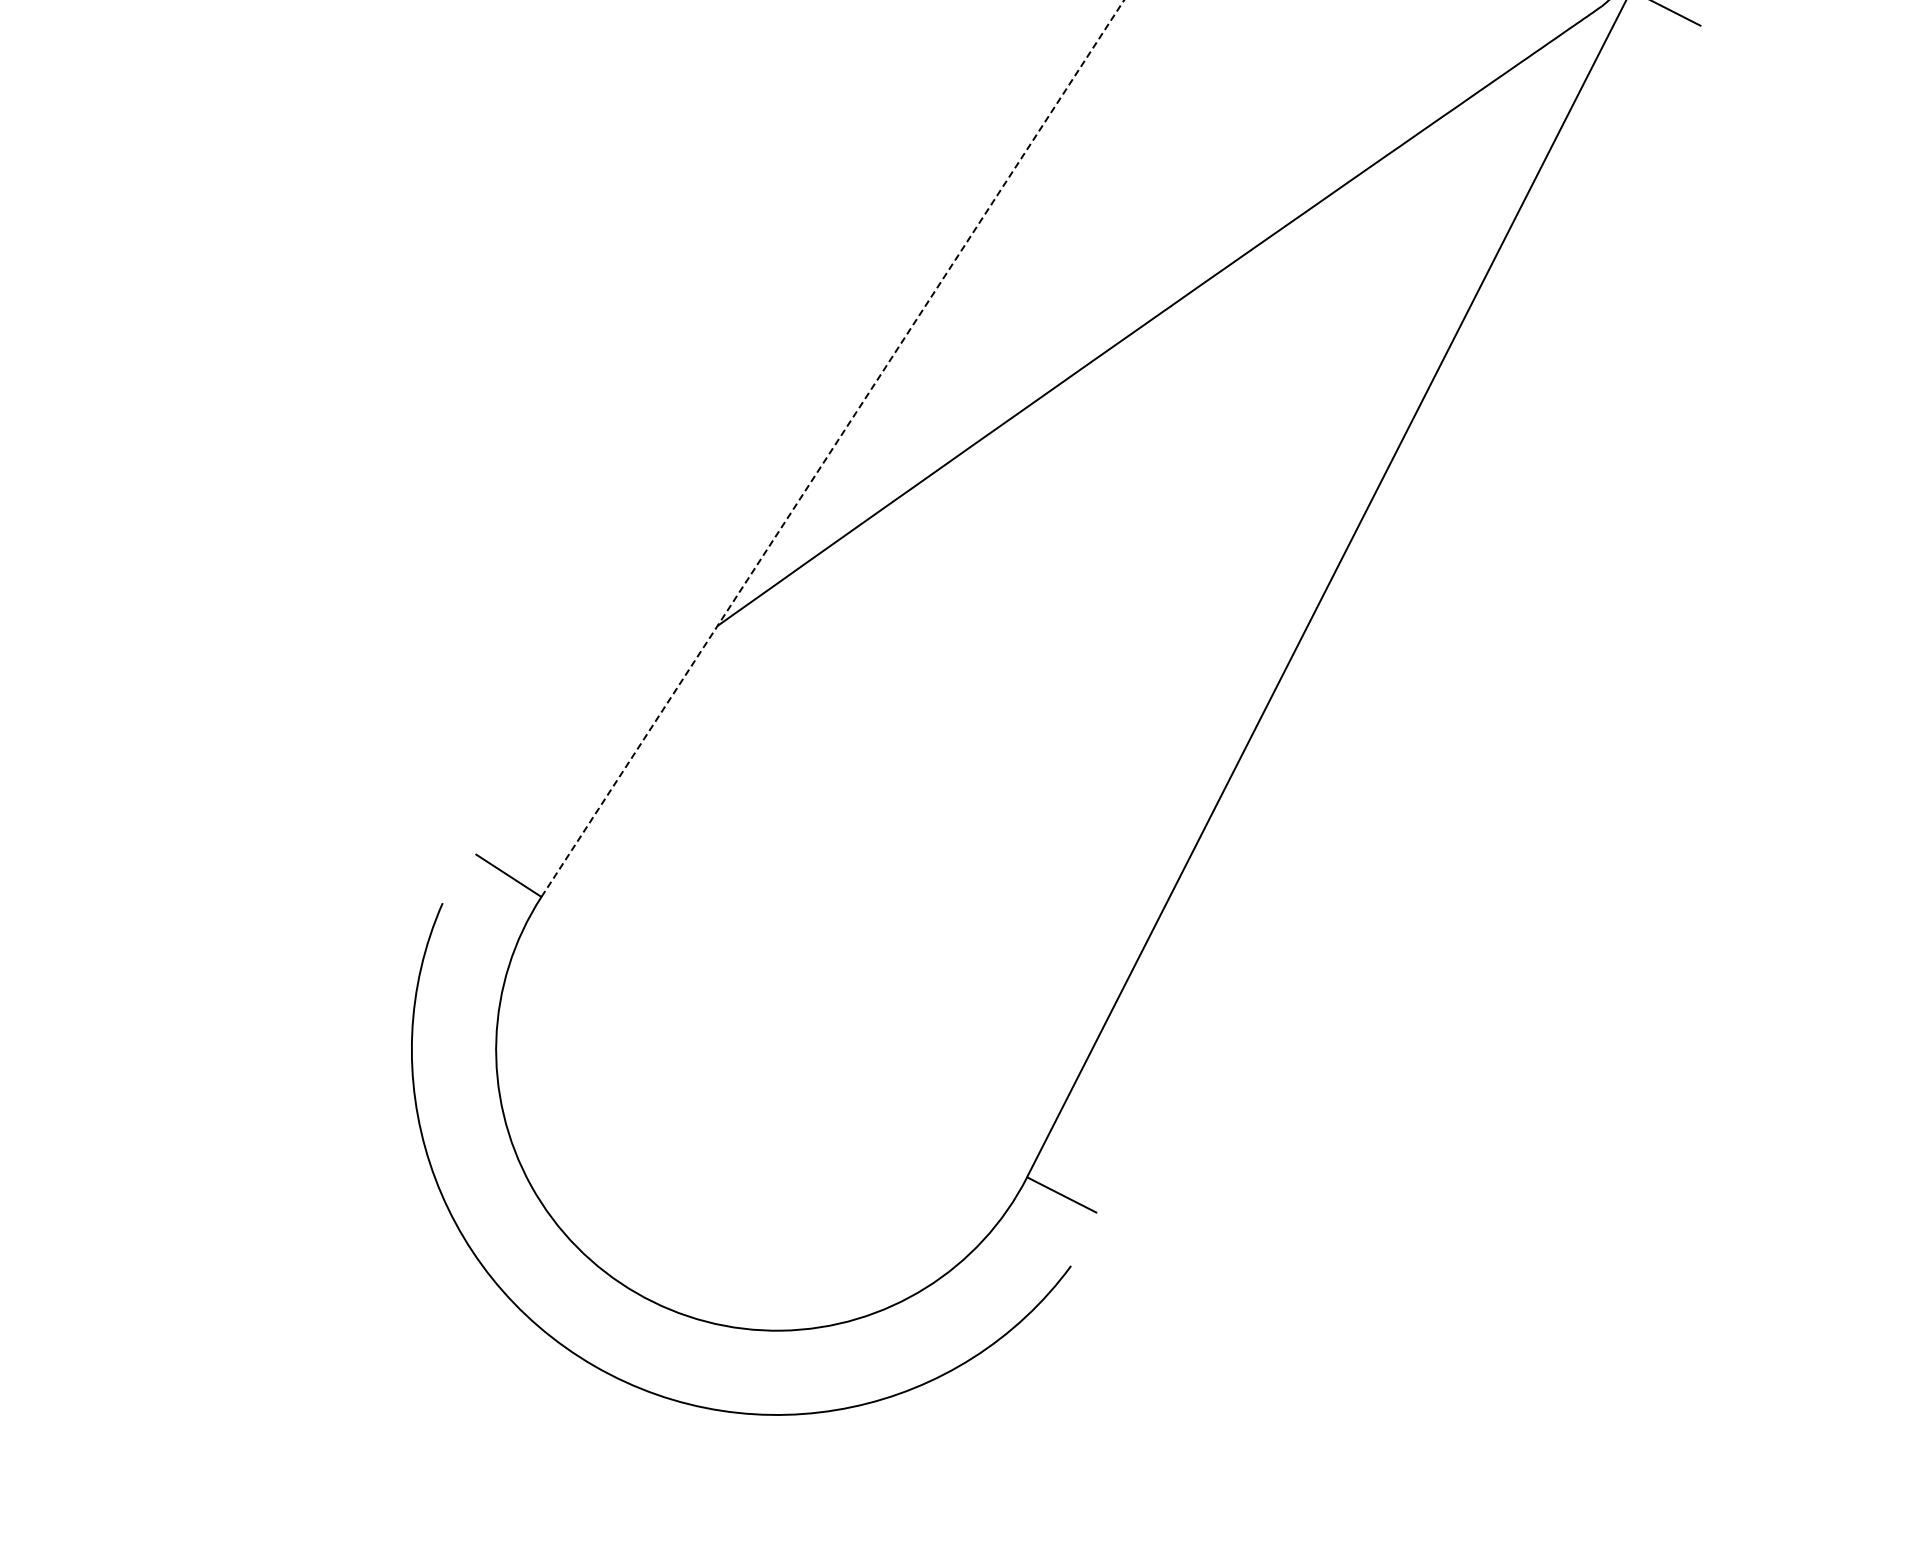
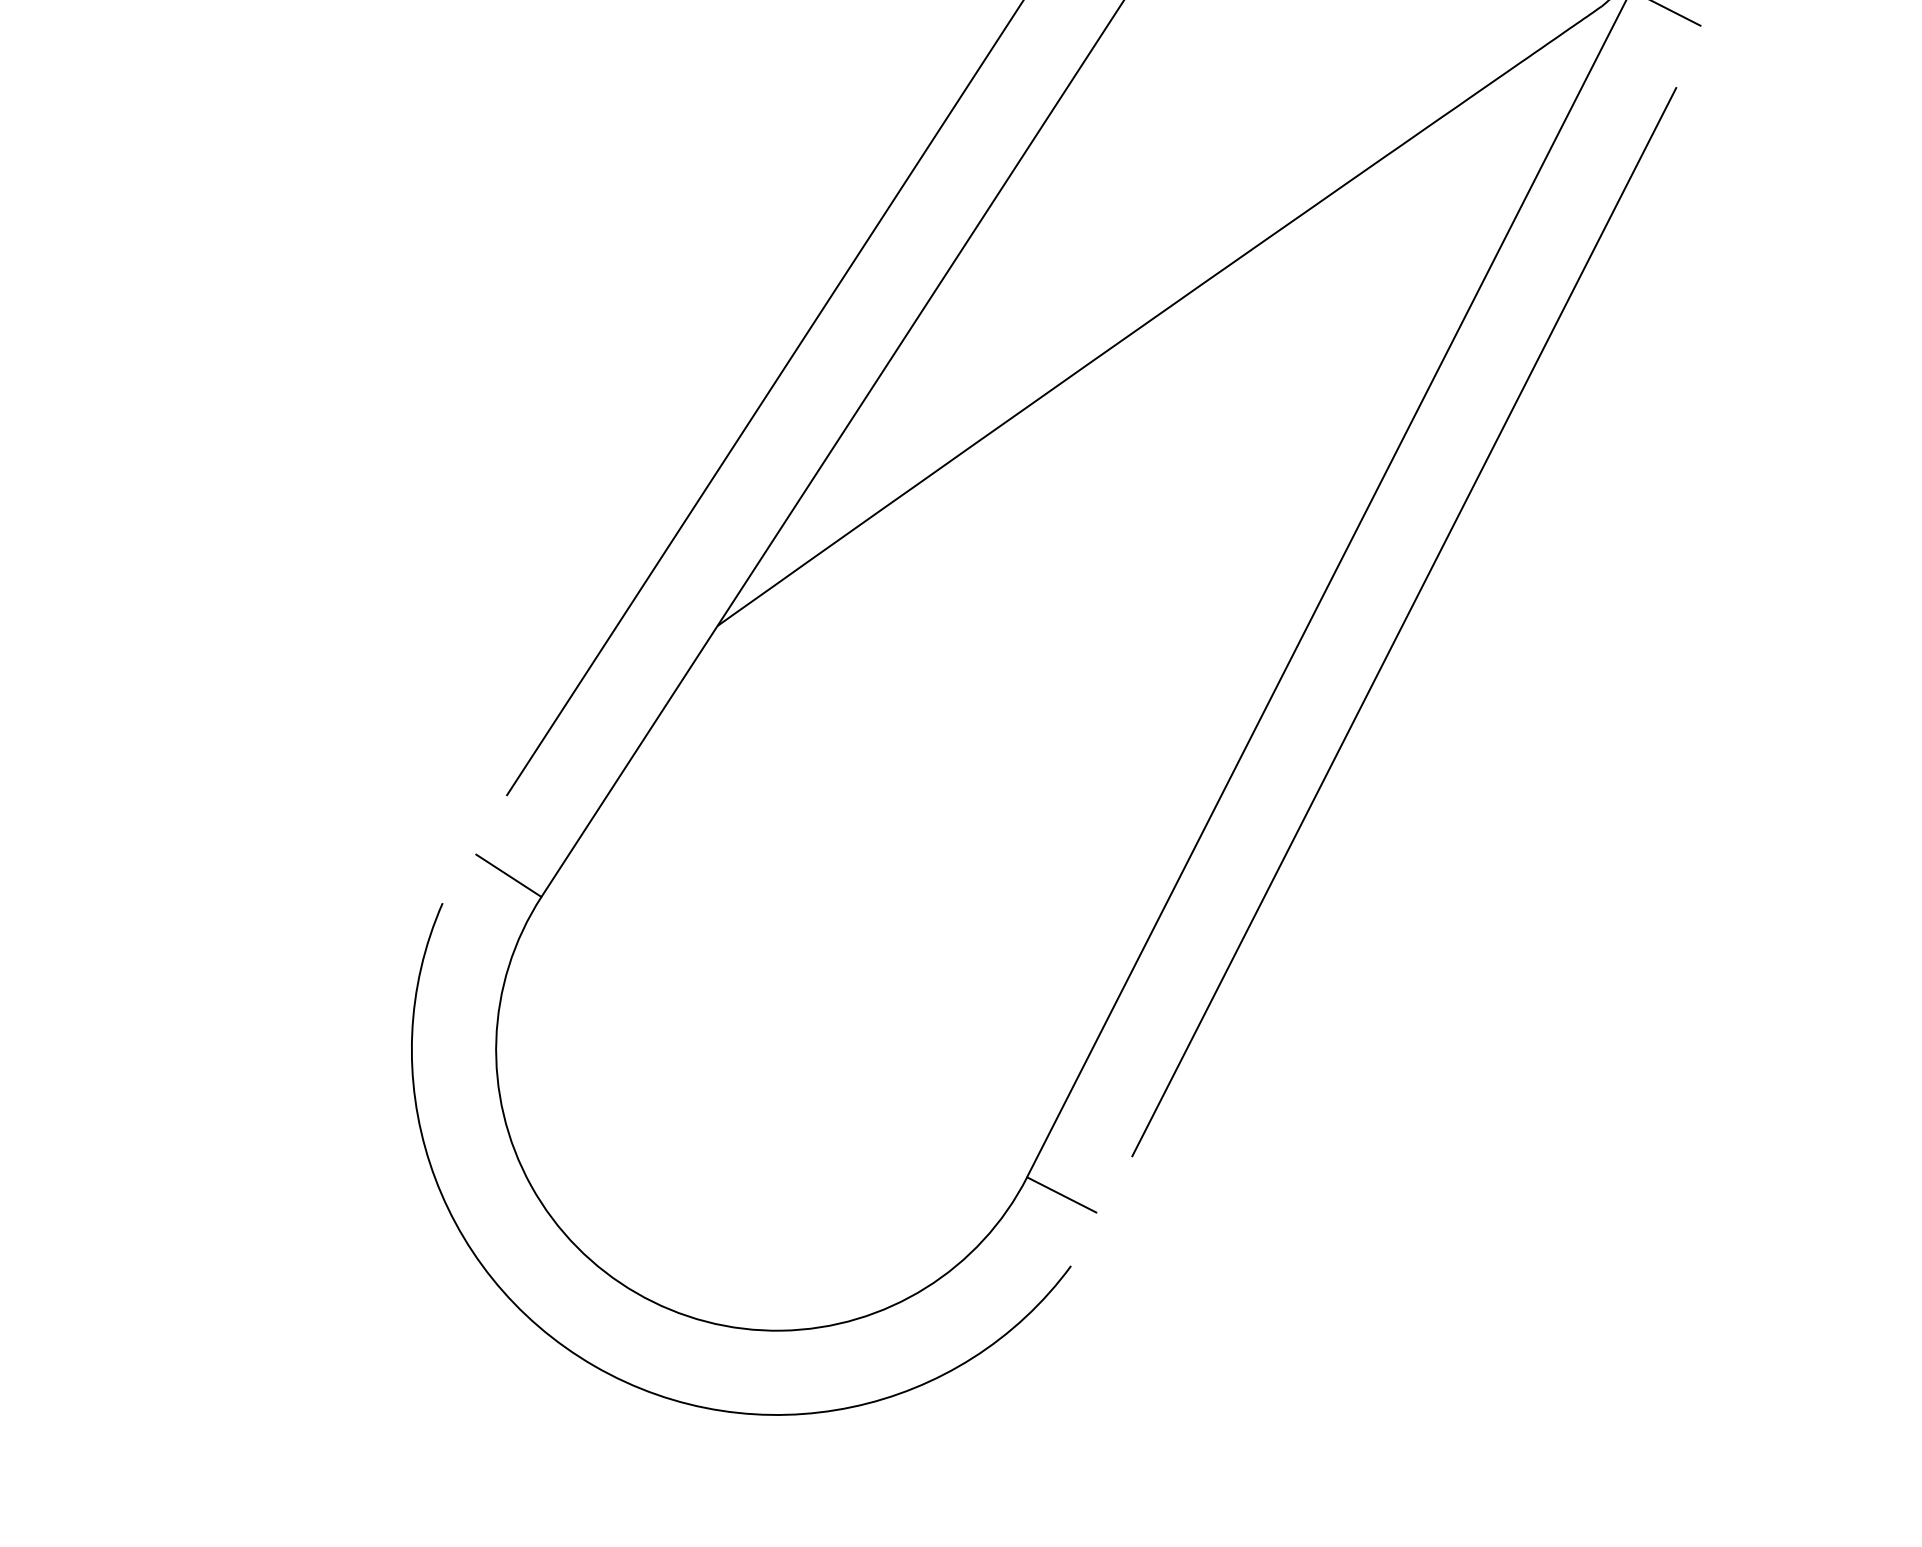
line at (764, 398): none -> present
line at (832, 448): dashed -> solid
line at (1404, 622): none -> present
